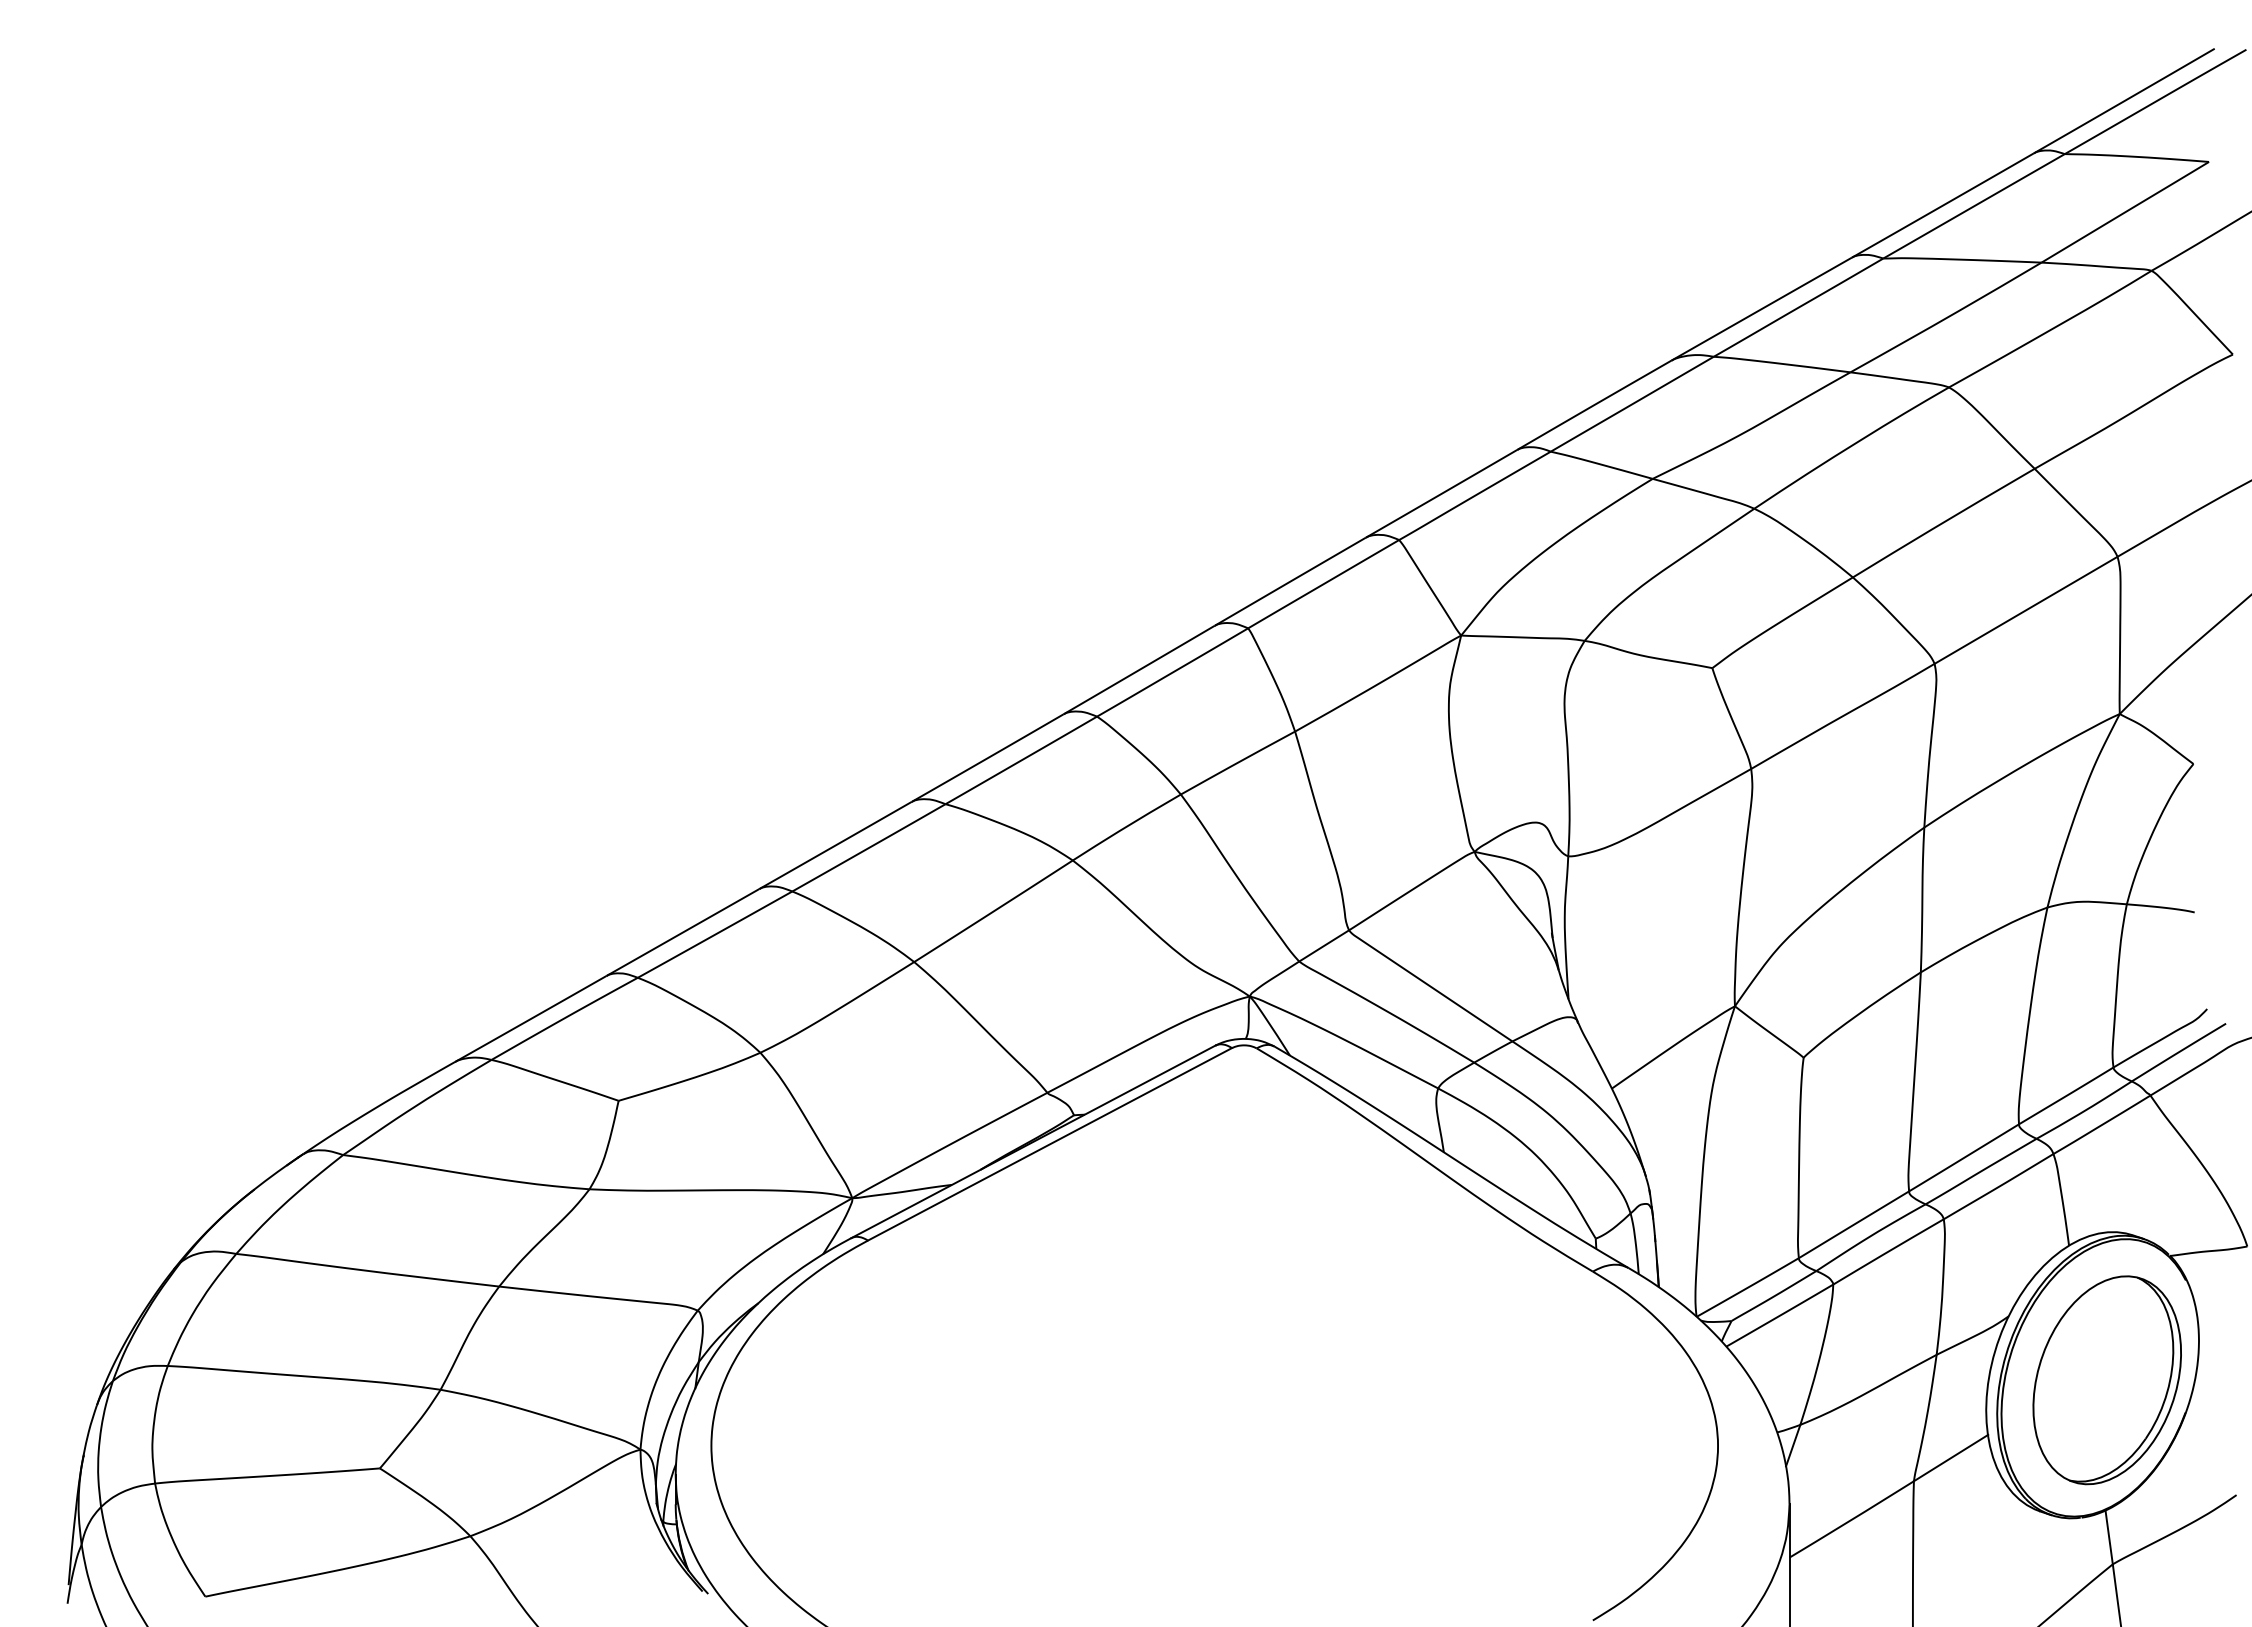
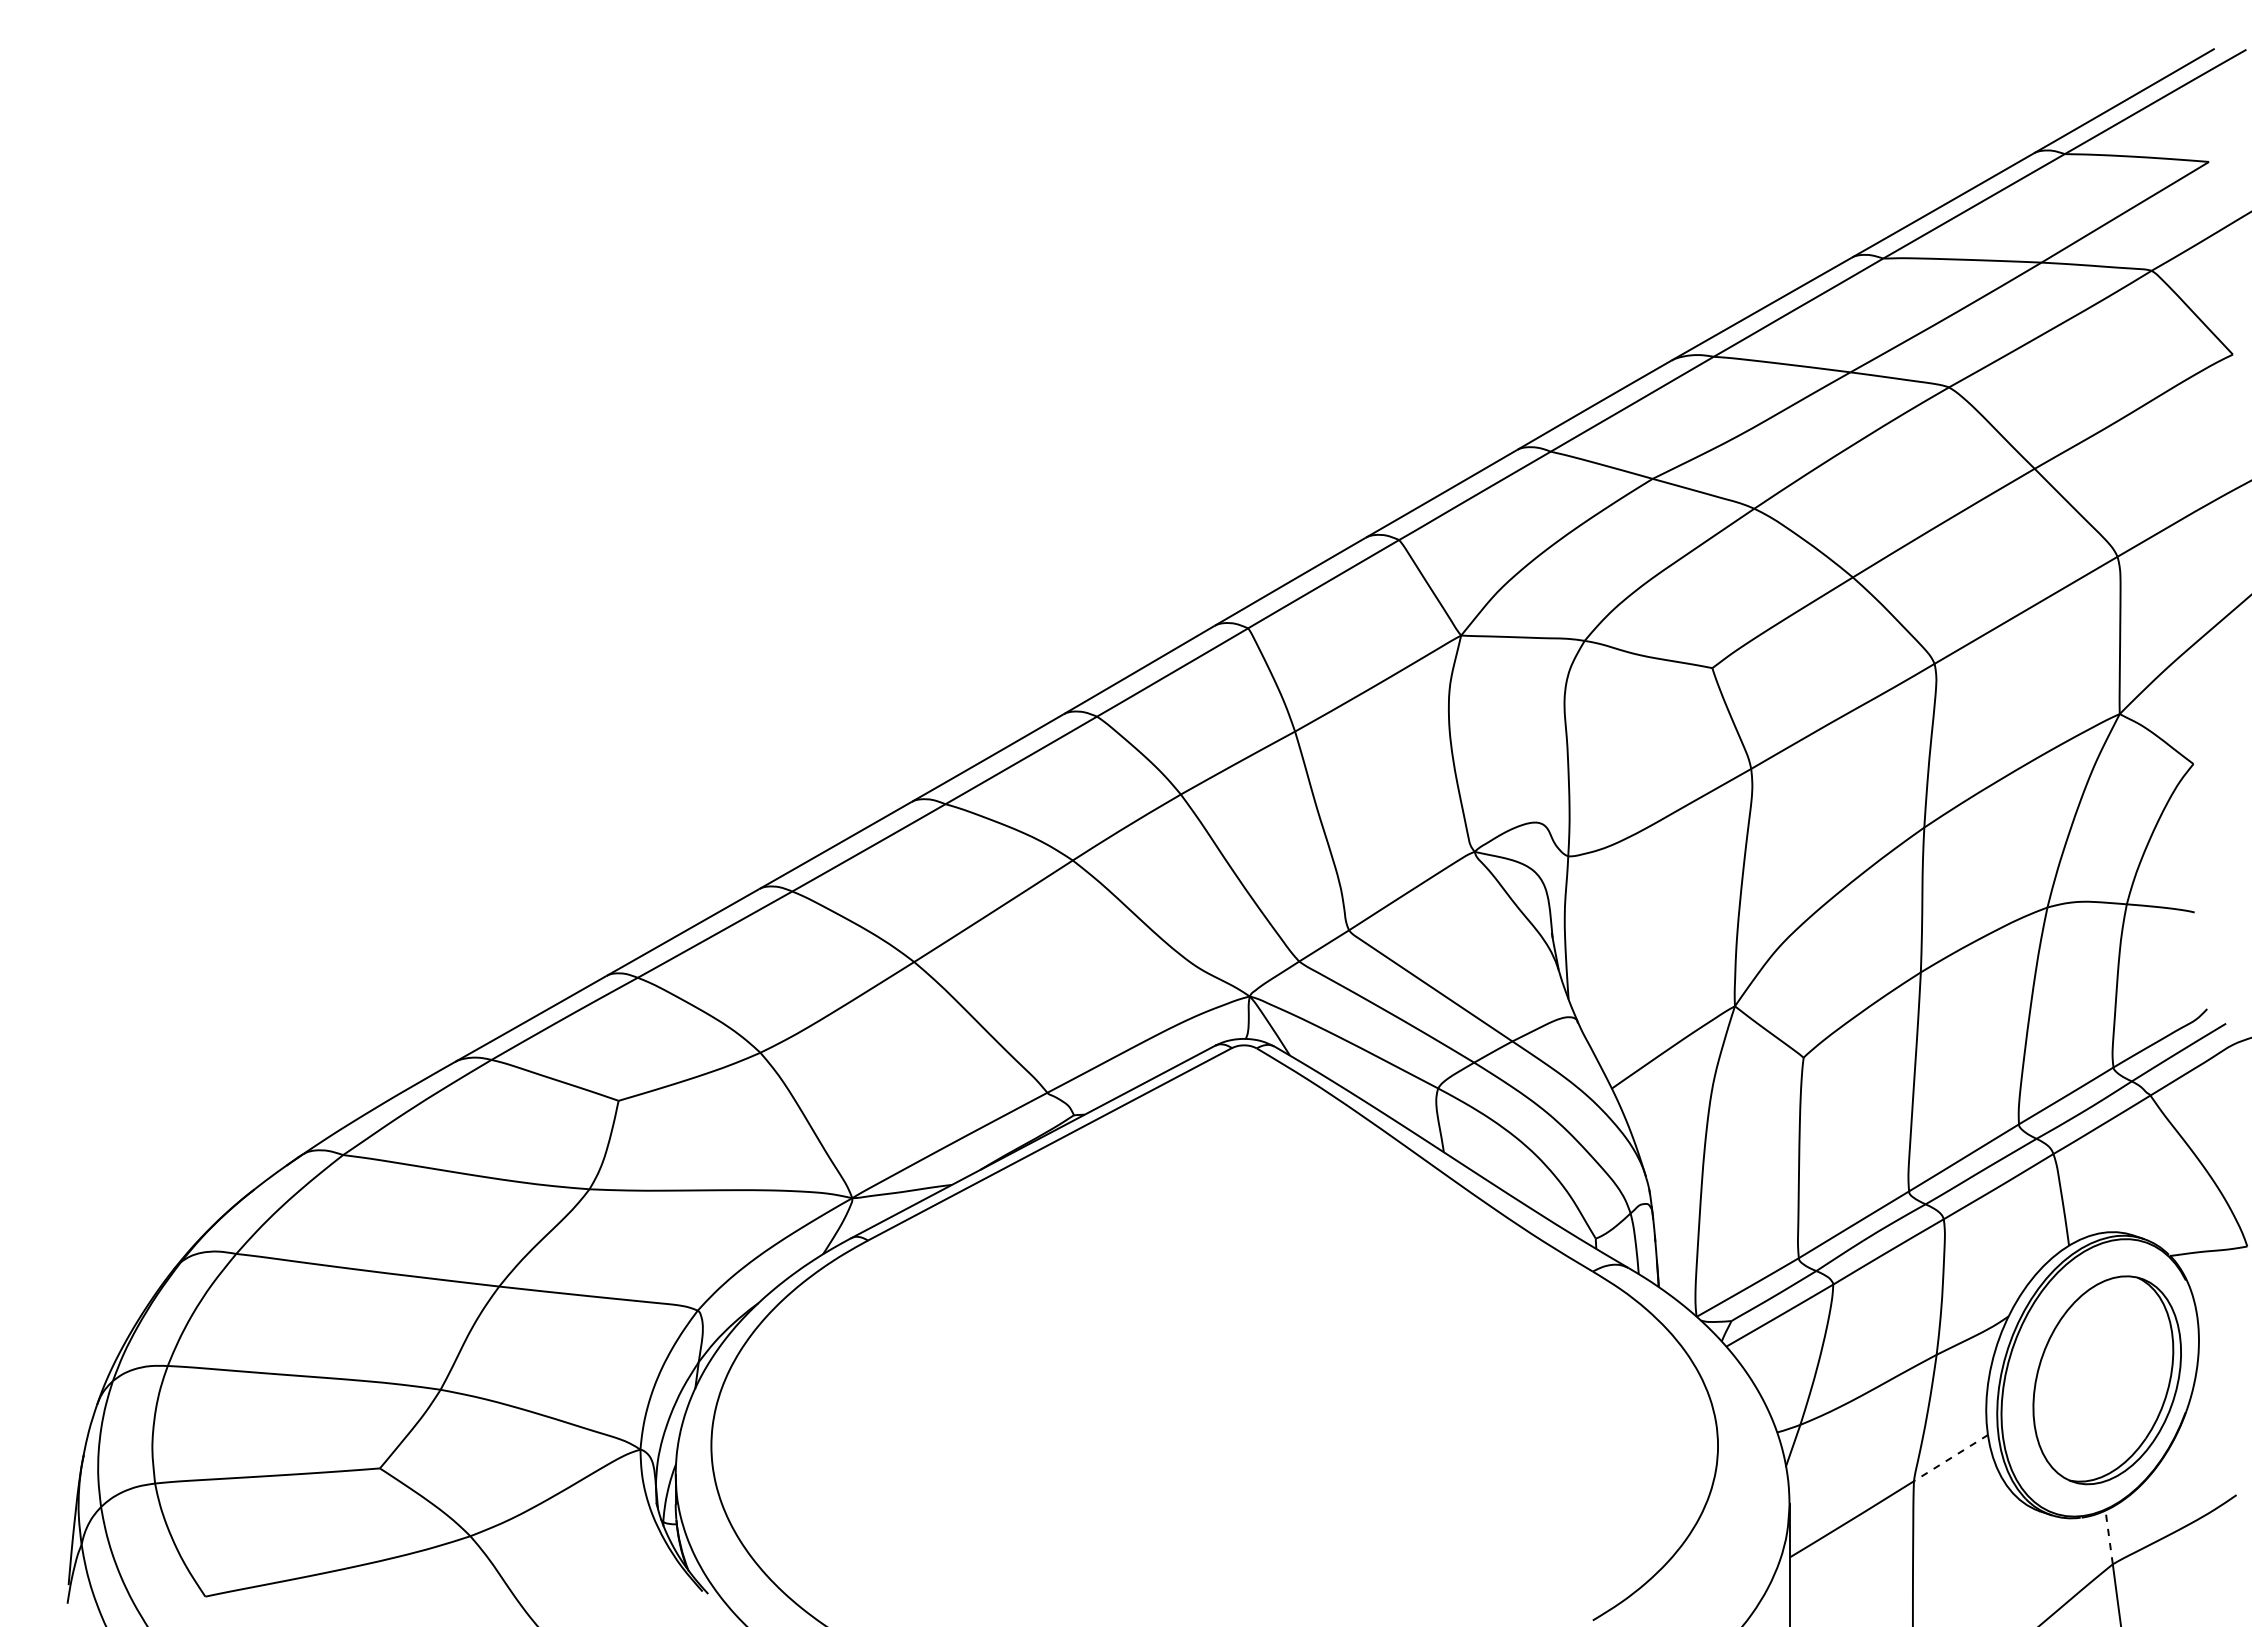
line at (1951, 1458): solid -> dashed
line at (2109, 1536): solid -> dashed
